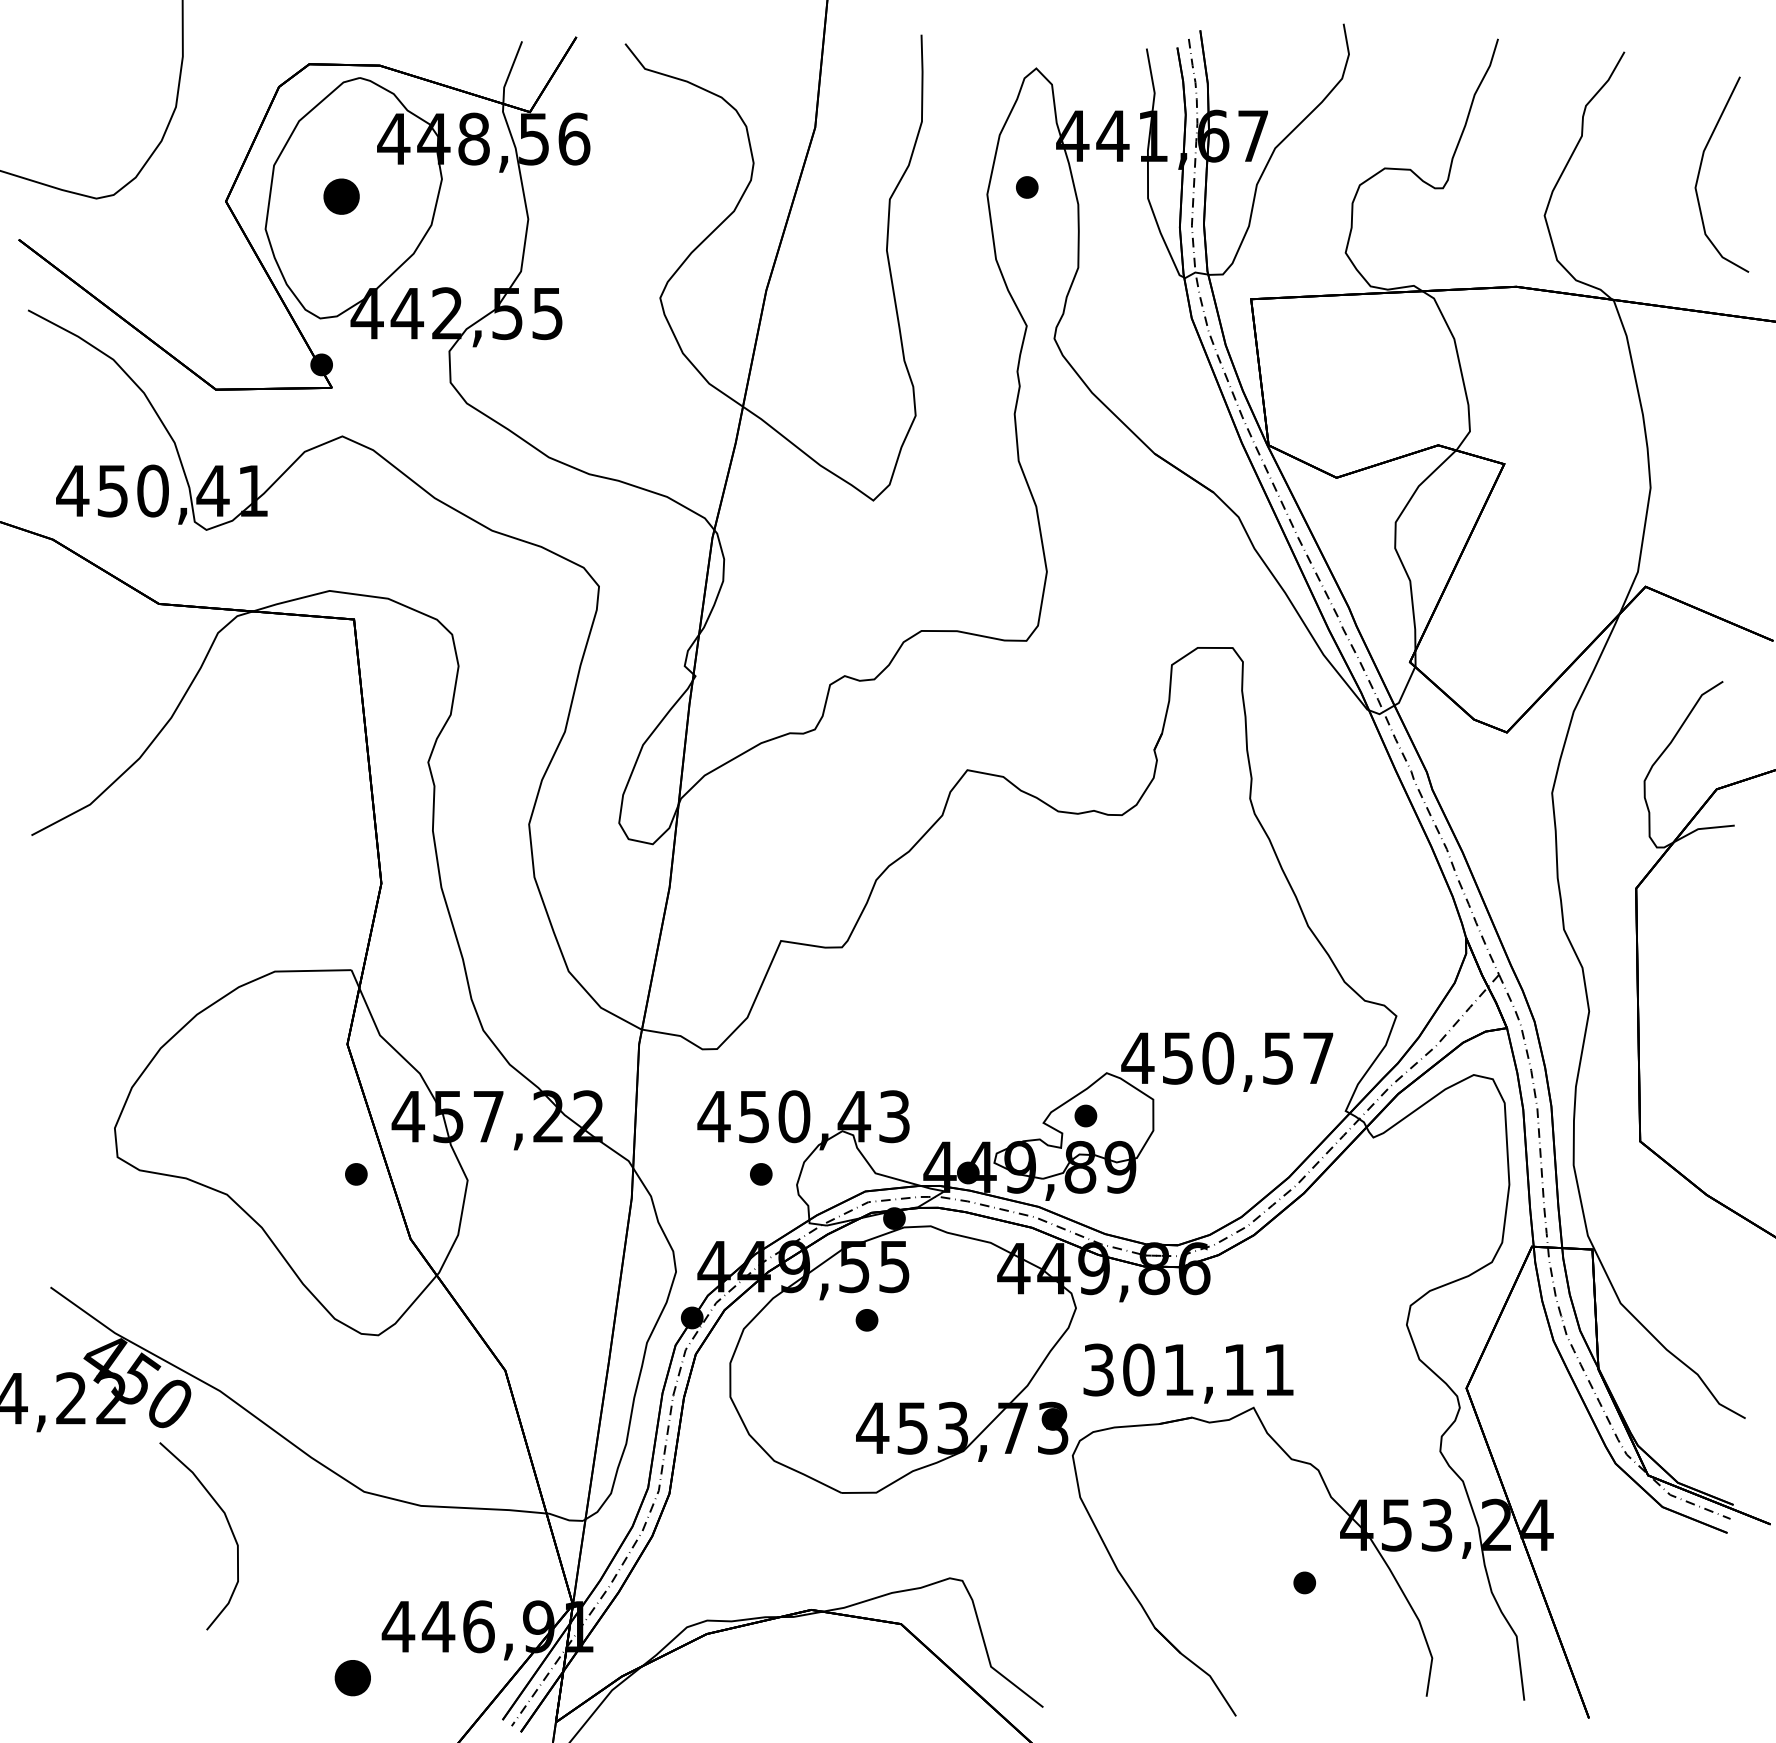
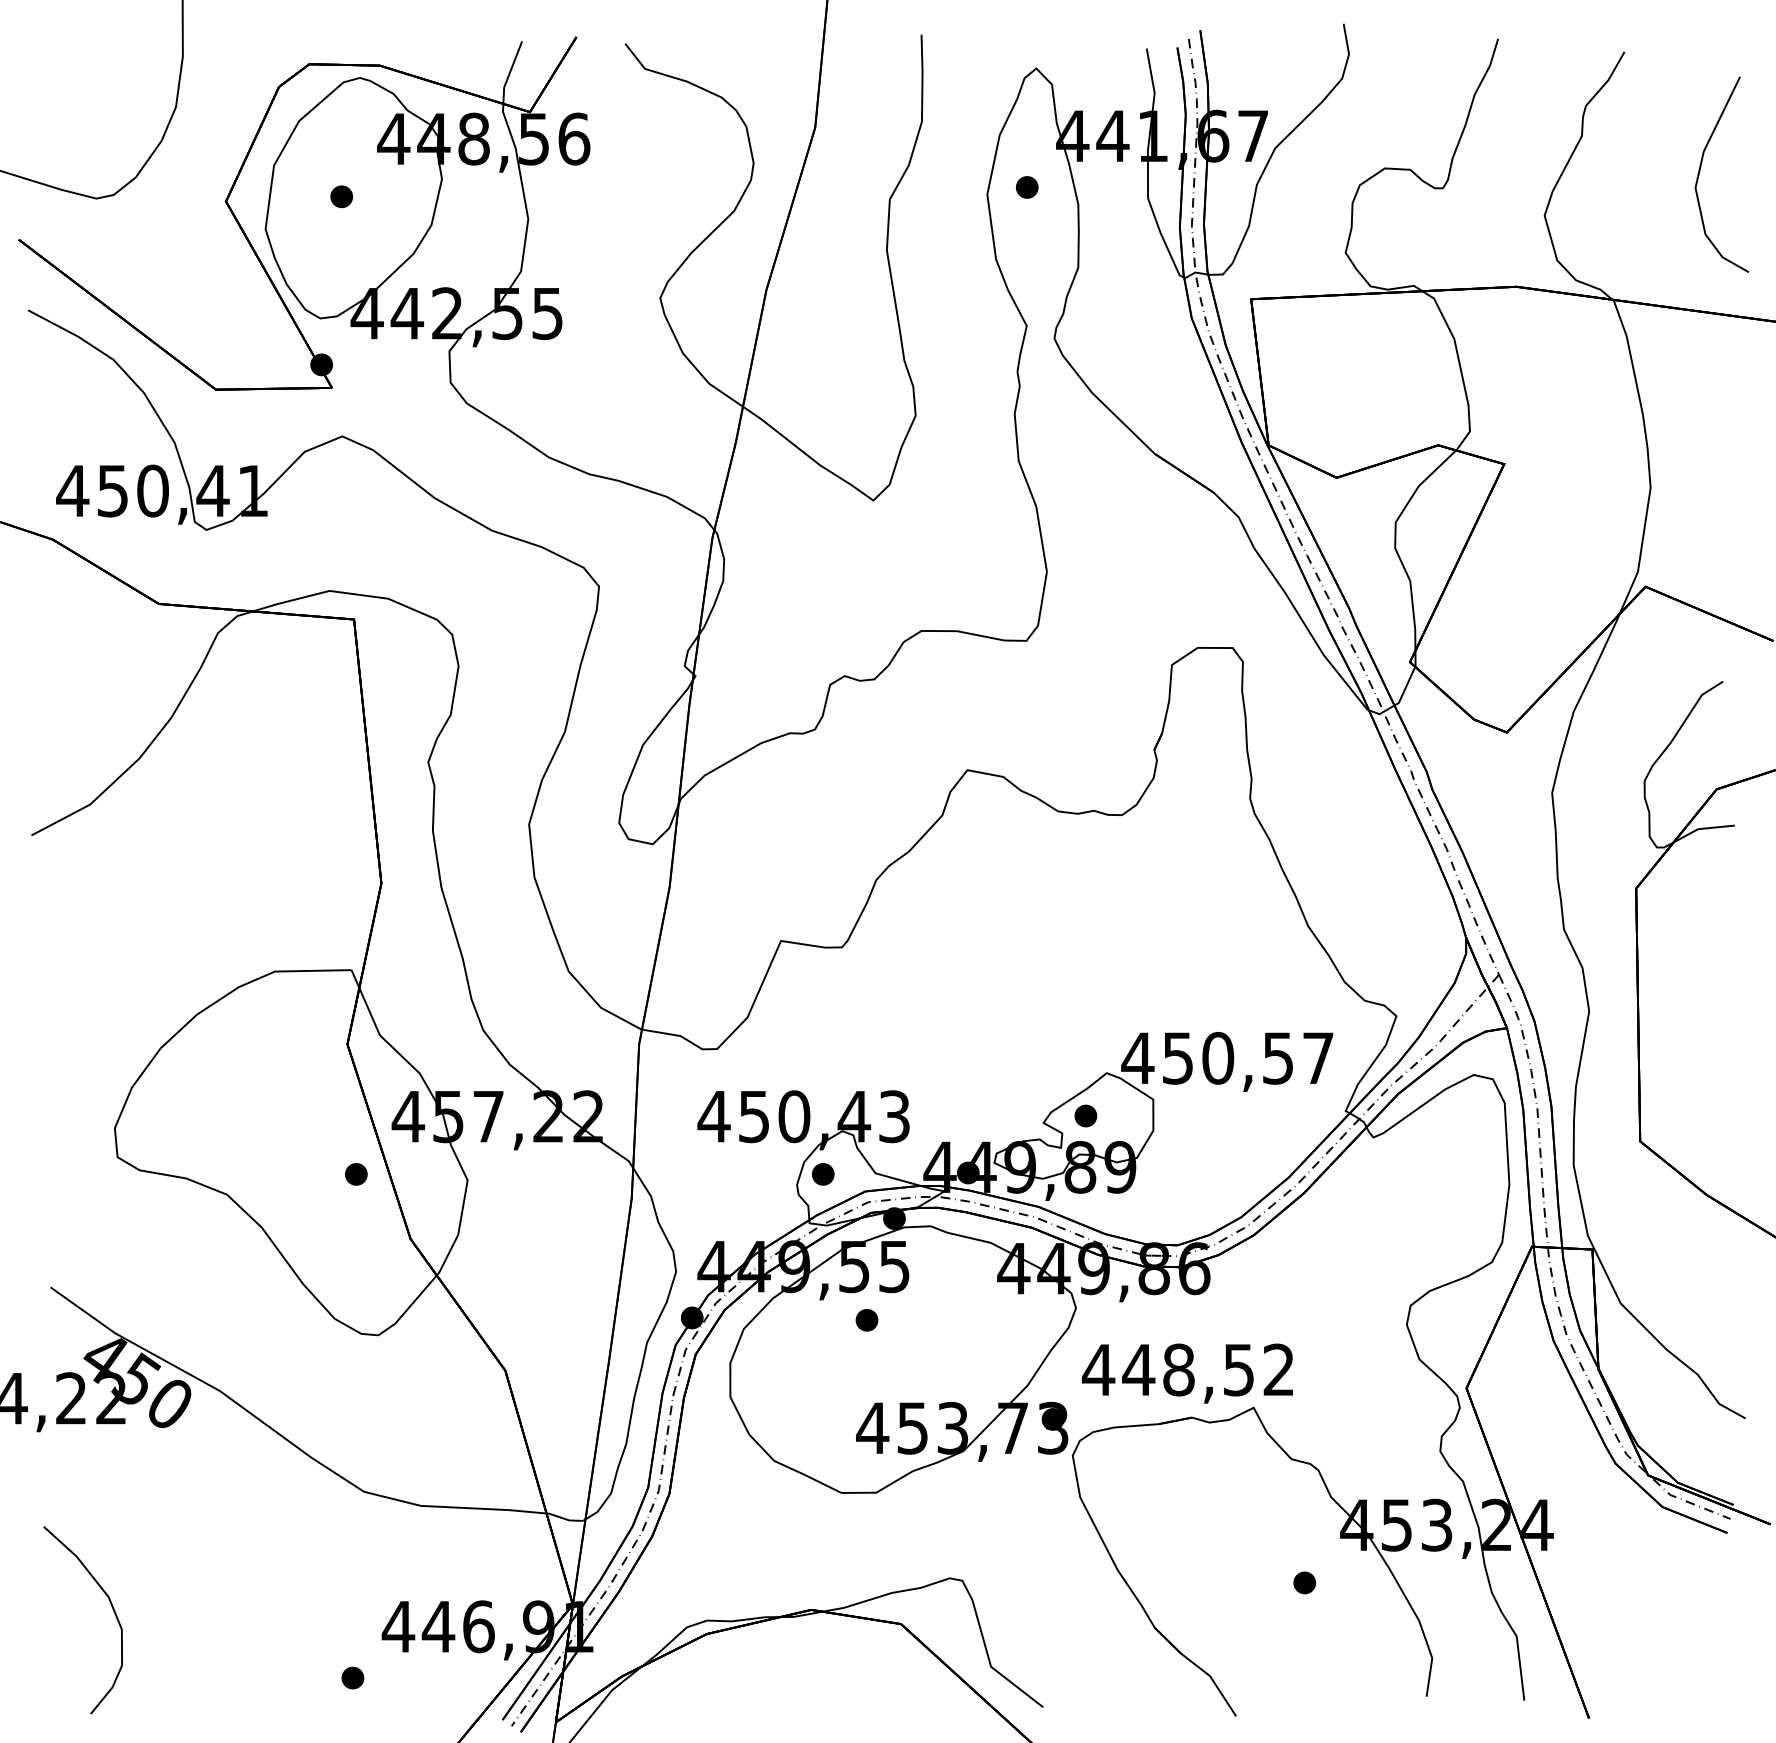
part at (341, 196) size: 37x37 px -> 24x24 px
part at (761, 1174) position: (761, 1174) -> (823, 1174)
text at (1187, 1369): 301,11 -> 448,52
curve at (227, 1523) position: (227, 1523) -> (111, 1607)
part at (352, 1678) size: 37x37 px -> 24x24 px
